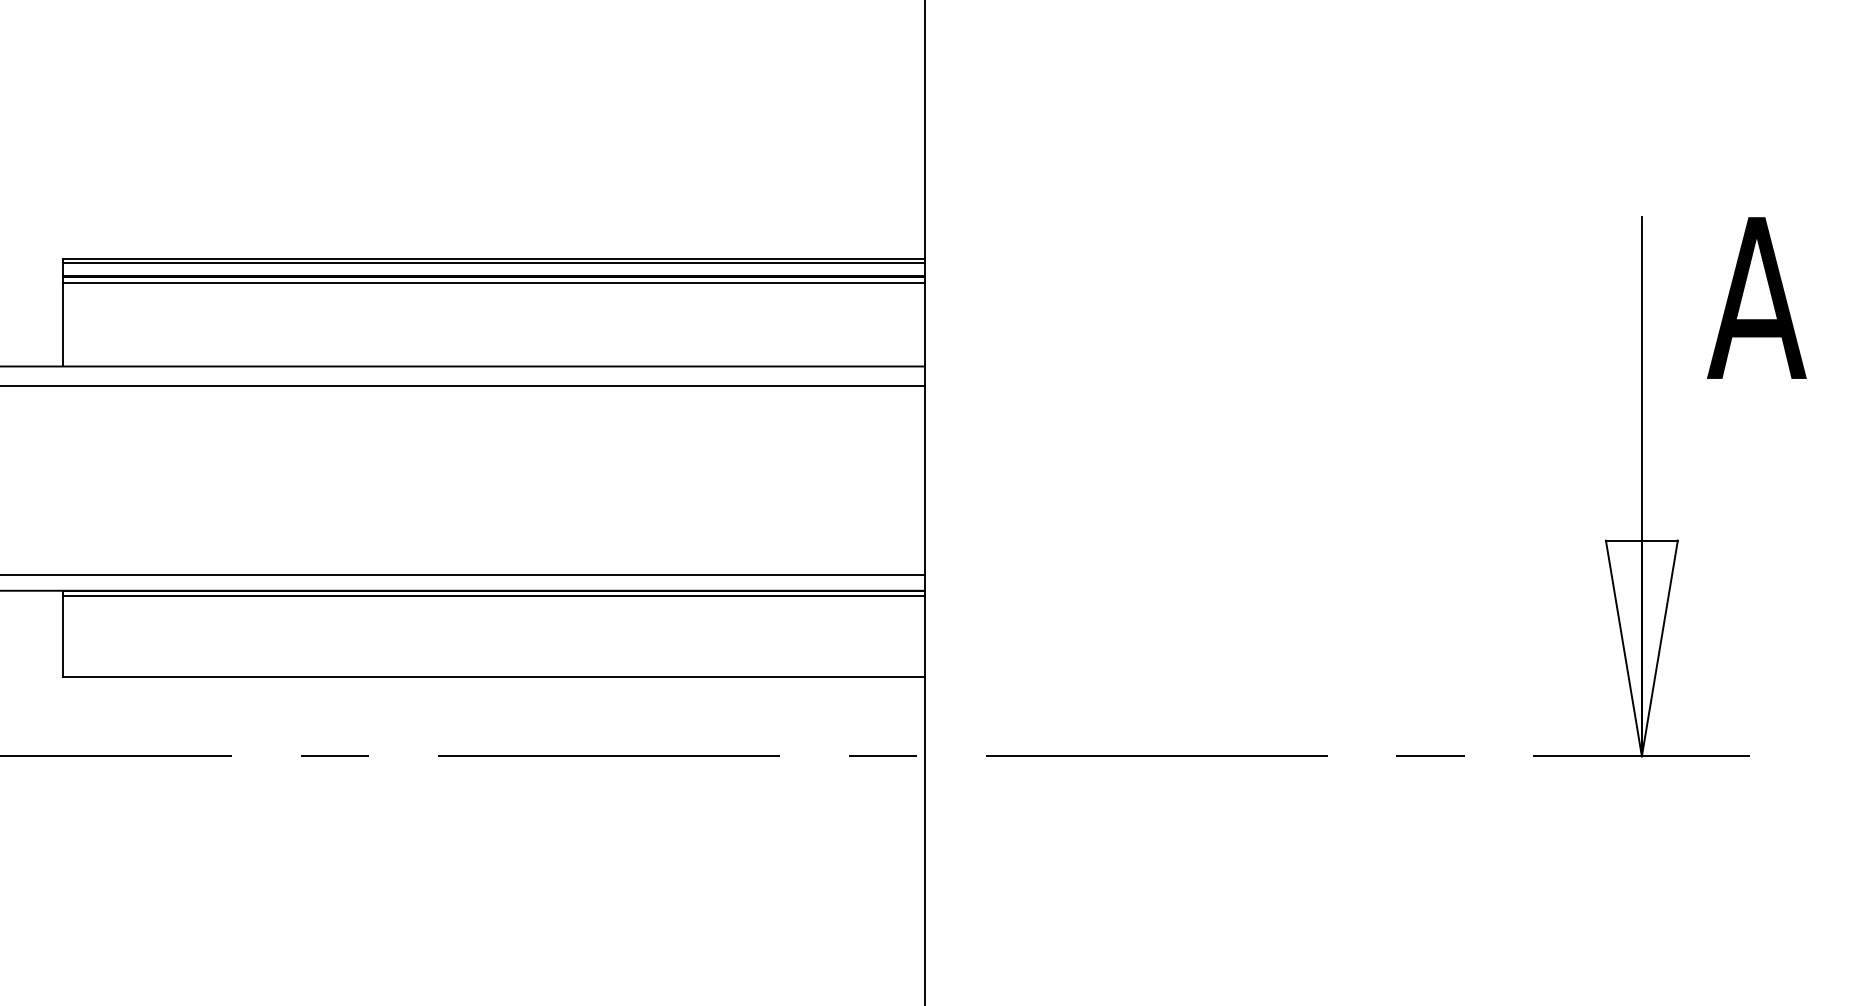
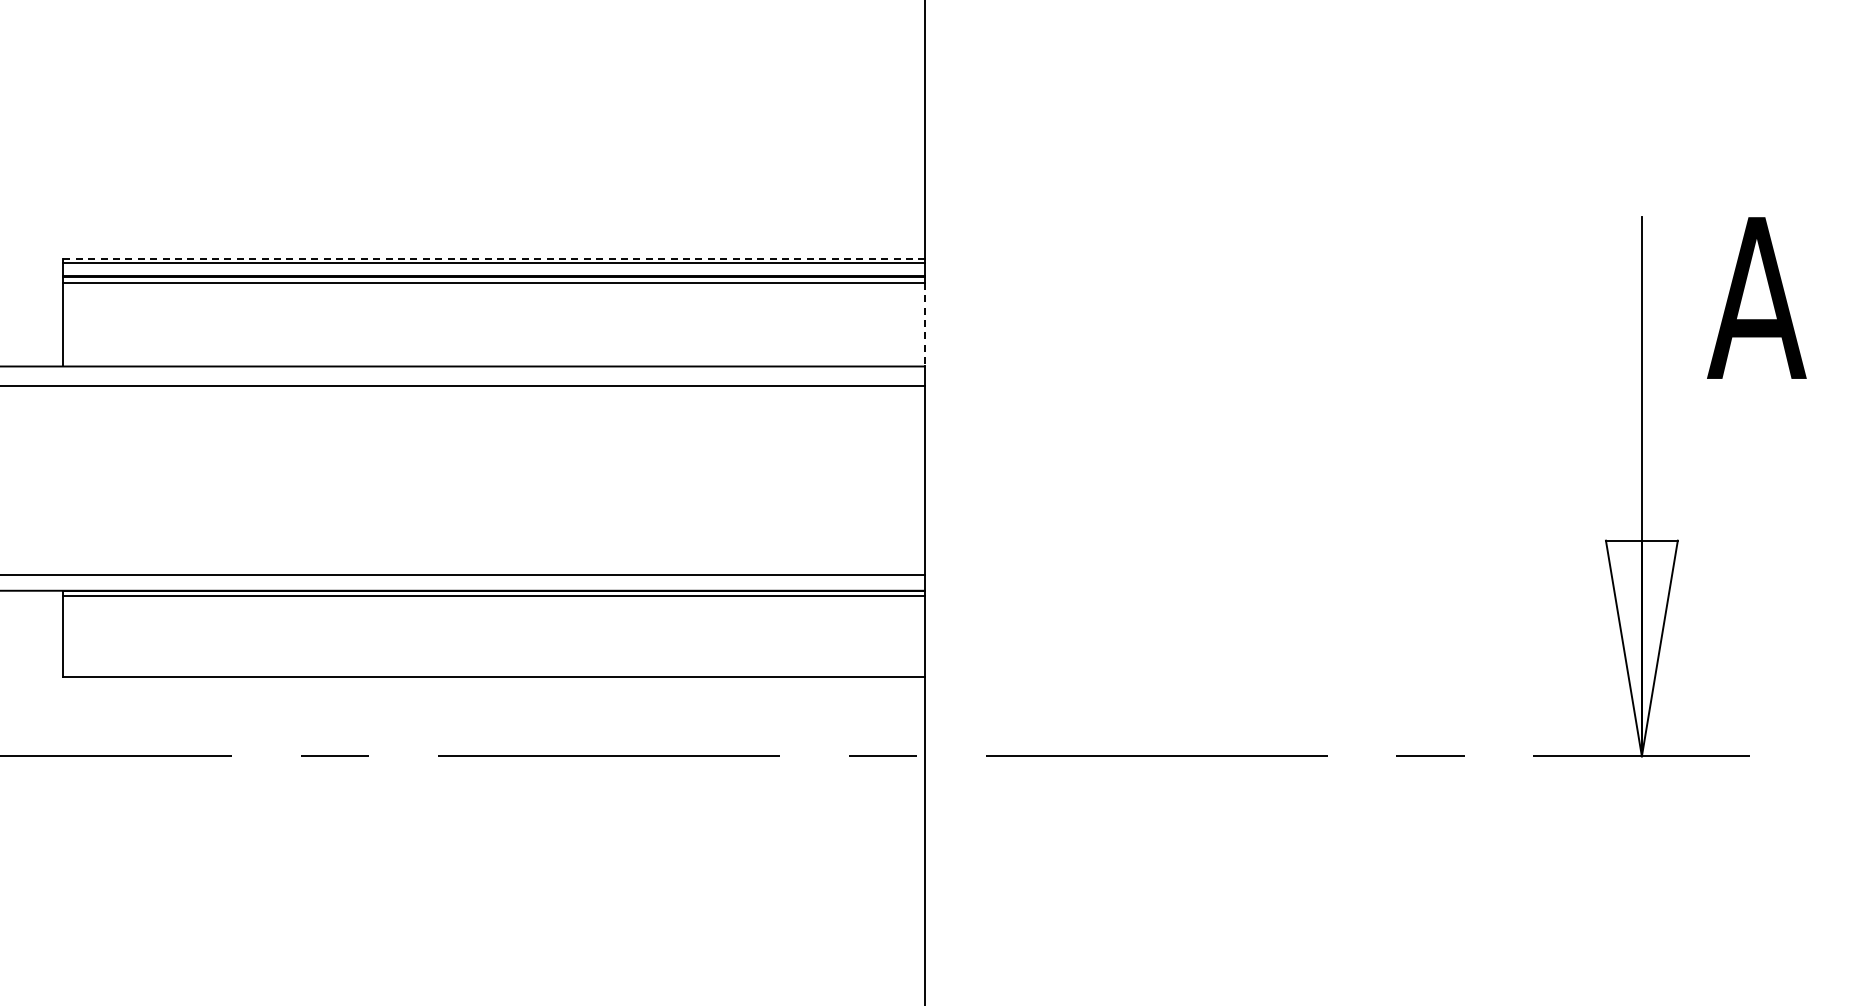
line at (493, 258): solid -> dashed
line at (925, 324): solid -> dashed
